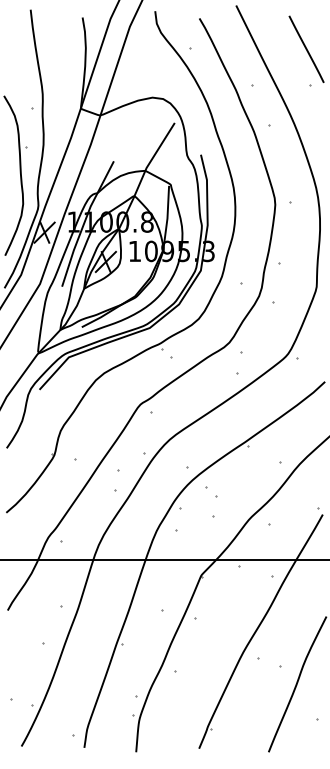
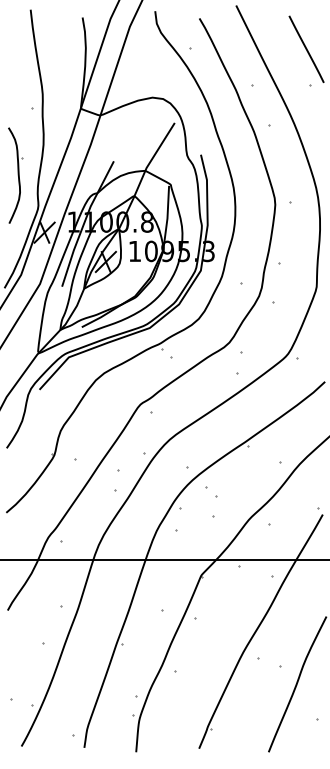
part at (15, 175) size: 25x161 px -> 16x97 px
